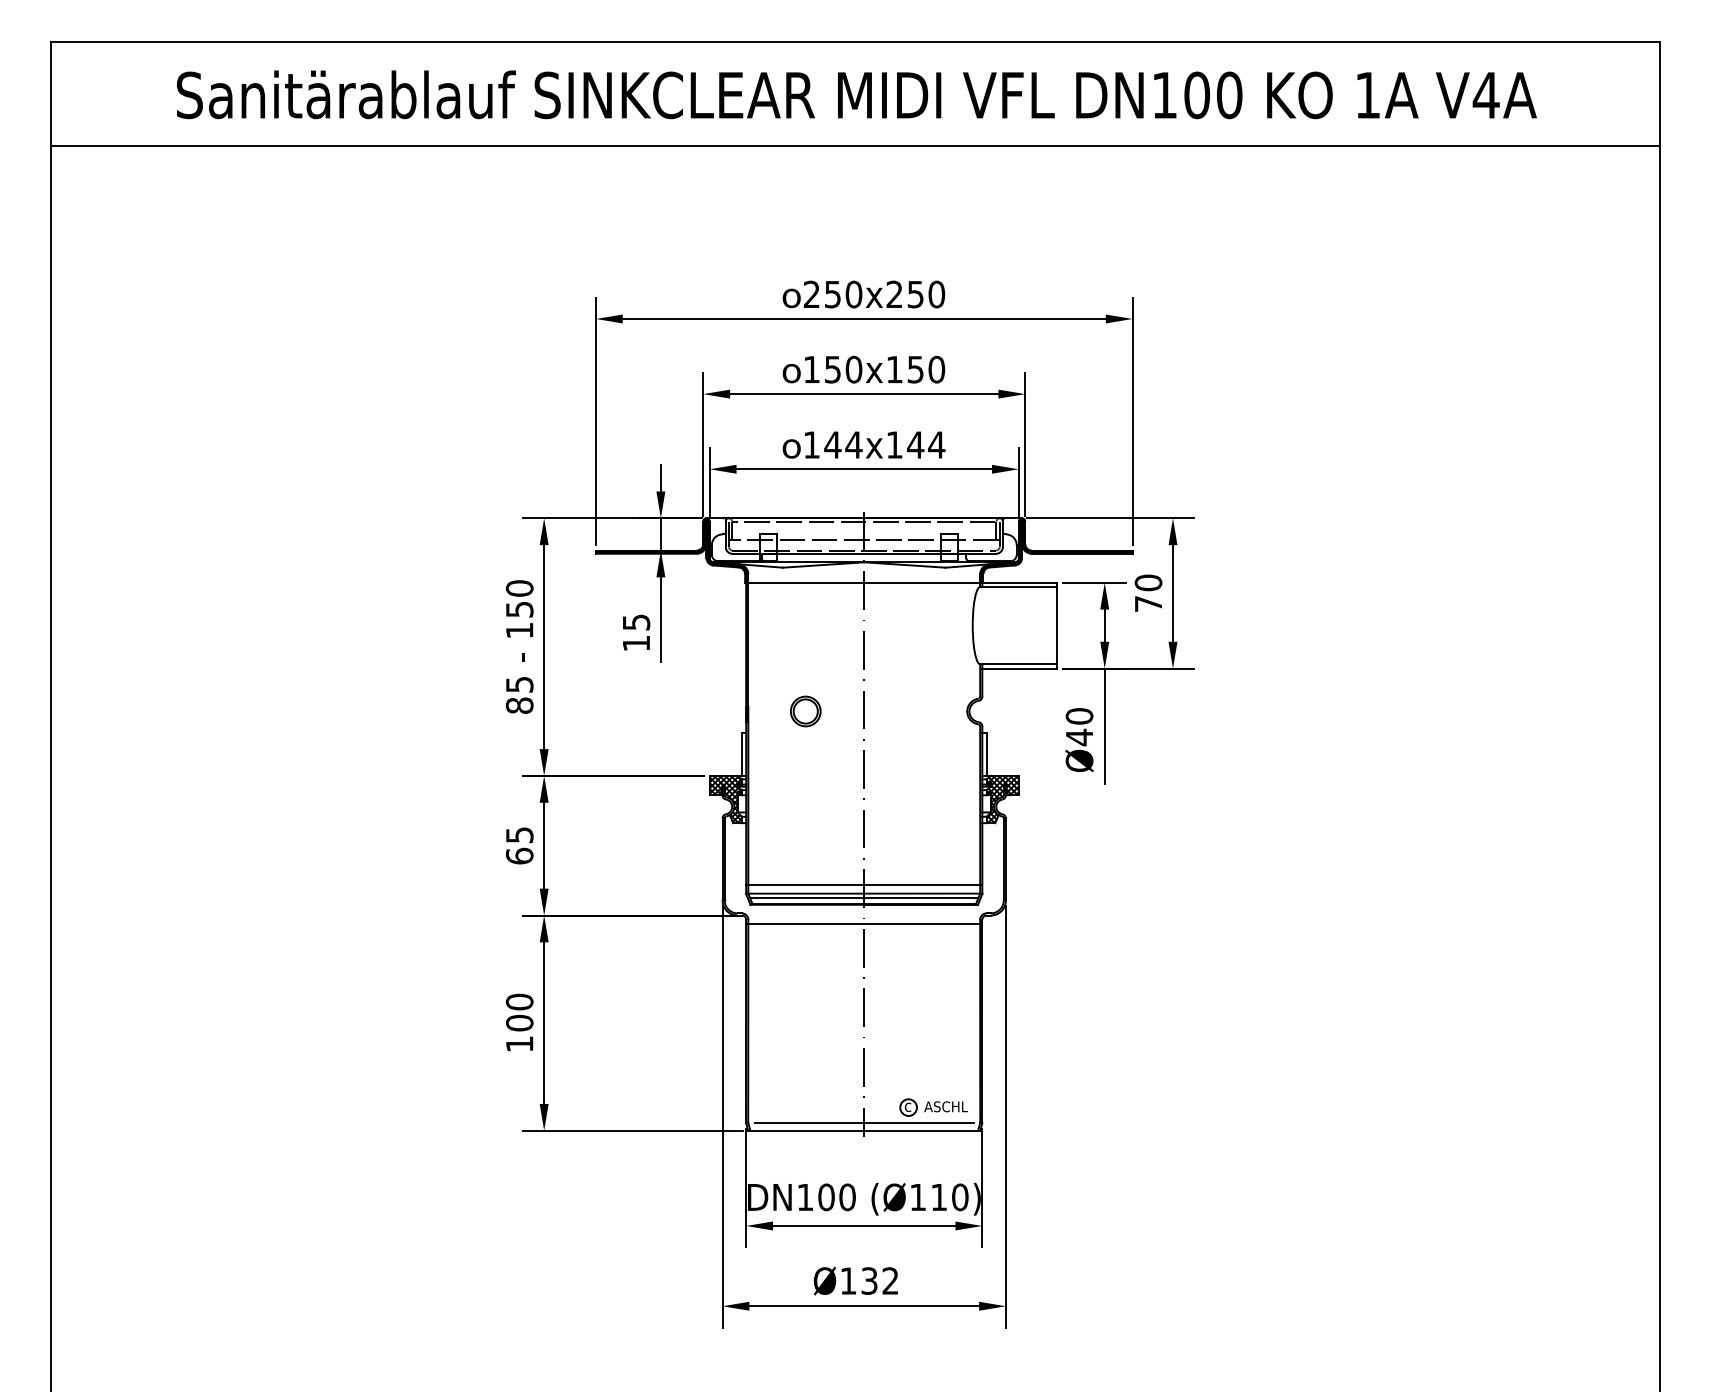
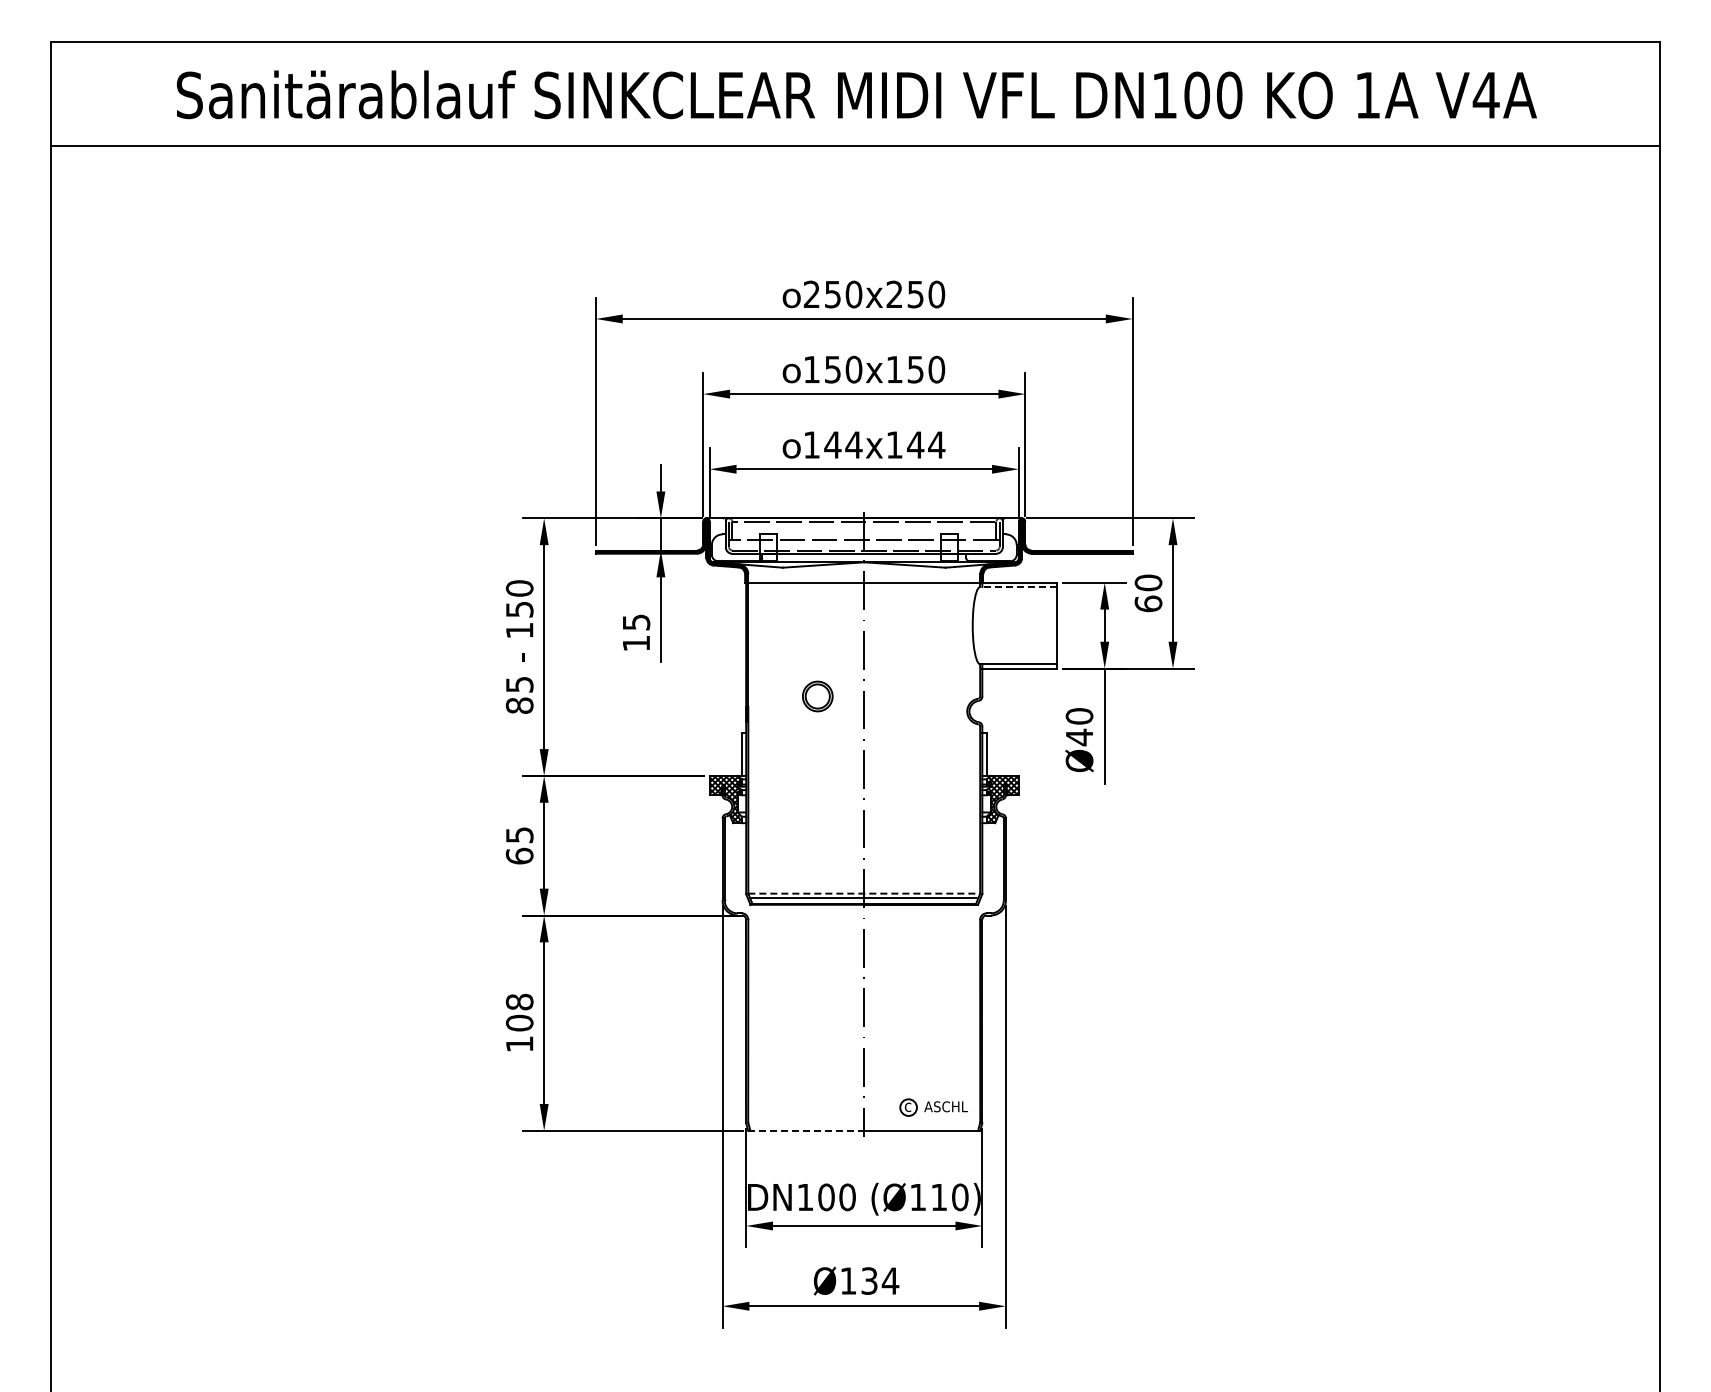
line at (1018, 587): solid -> dashed
text at (1148, 603): 70 -> 60
part at (805, 711) position: (805, 711) -> (817, 696)
line at (864, 885): present -> none
line at (864, 893): solid -> dashed
line at (864, 924): present -> none
text at (519, 1001): 100 -> 108
line at (863, 1122): present -> none
line at (806, 1130): solid -> dashed
text at (890, 1280): Ø132 -> Ø134
